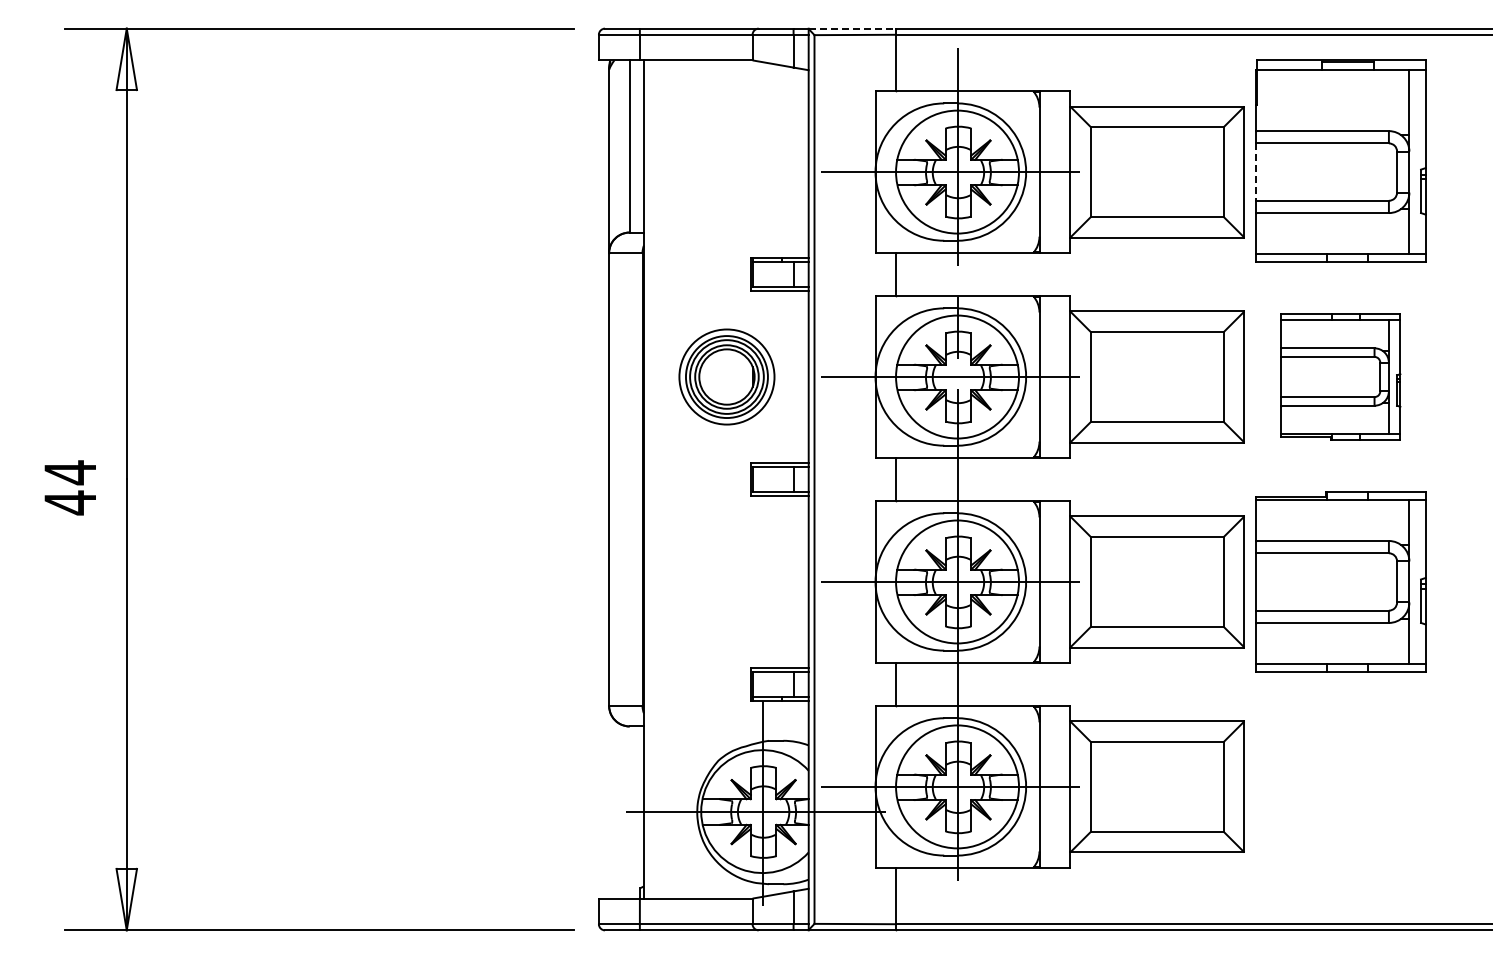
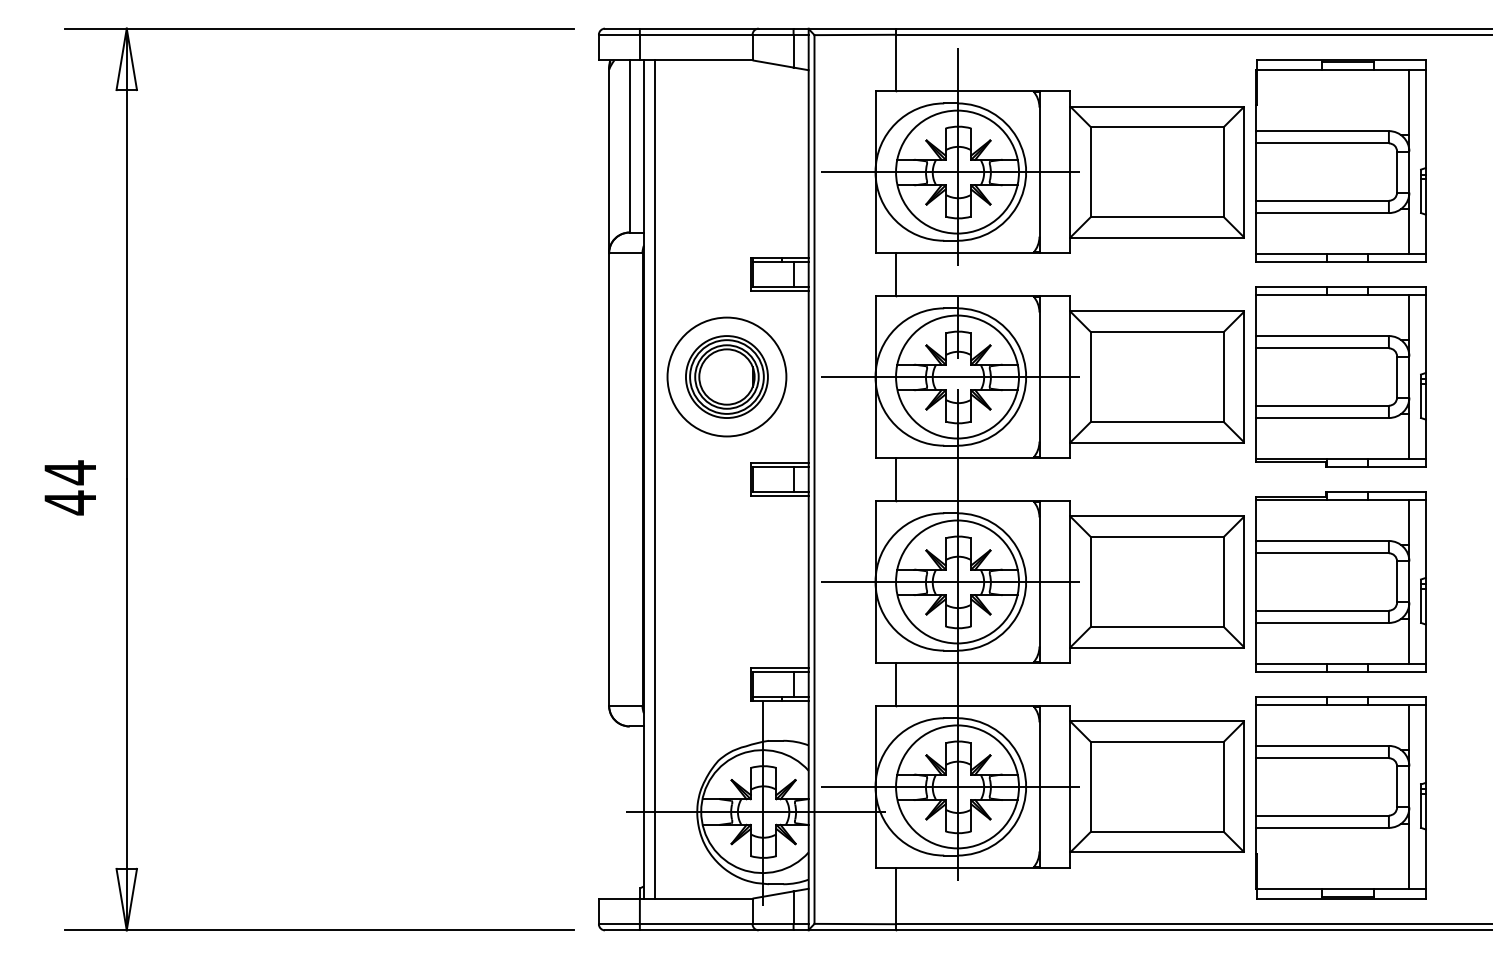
line at (852, 28): dashed -> solid
line at (1255, 172): dashed -> solid
circle at (726, 376) diameter: 95 px -> 119 px
part at (1340, 376) size: 122x128 px -> 172x182 px
line at (655, 479): none -> present
part at (1340, 797): none -> present
